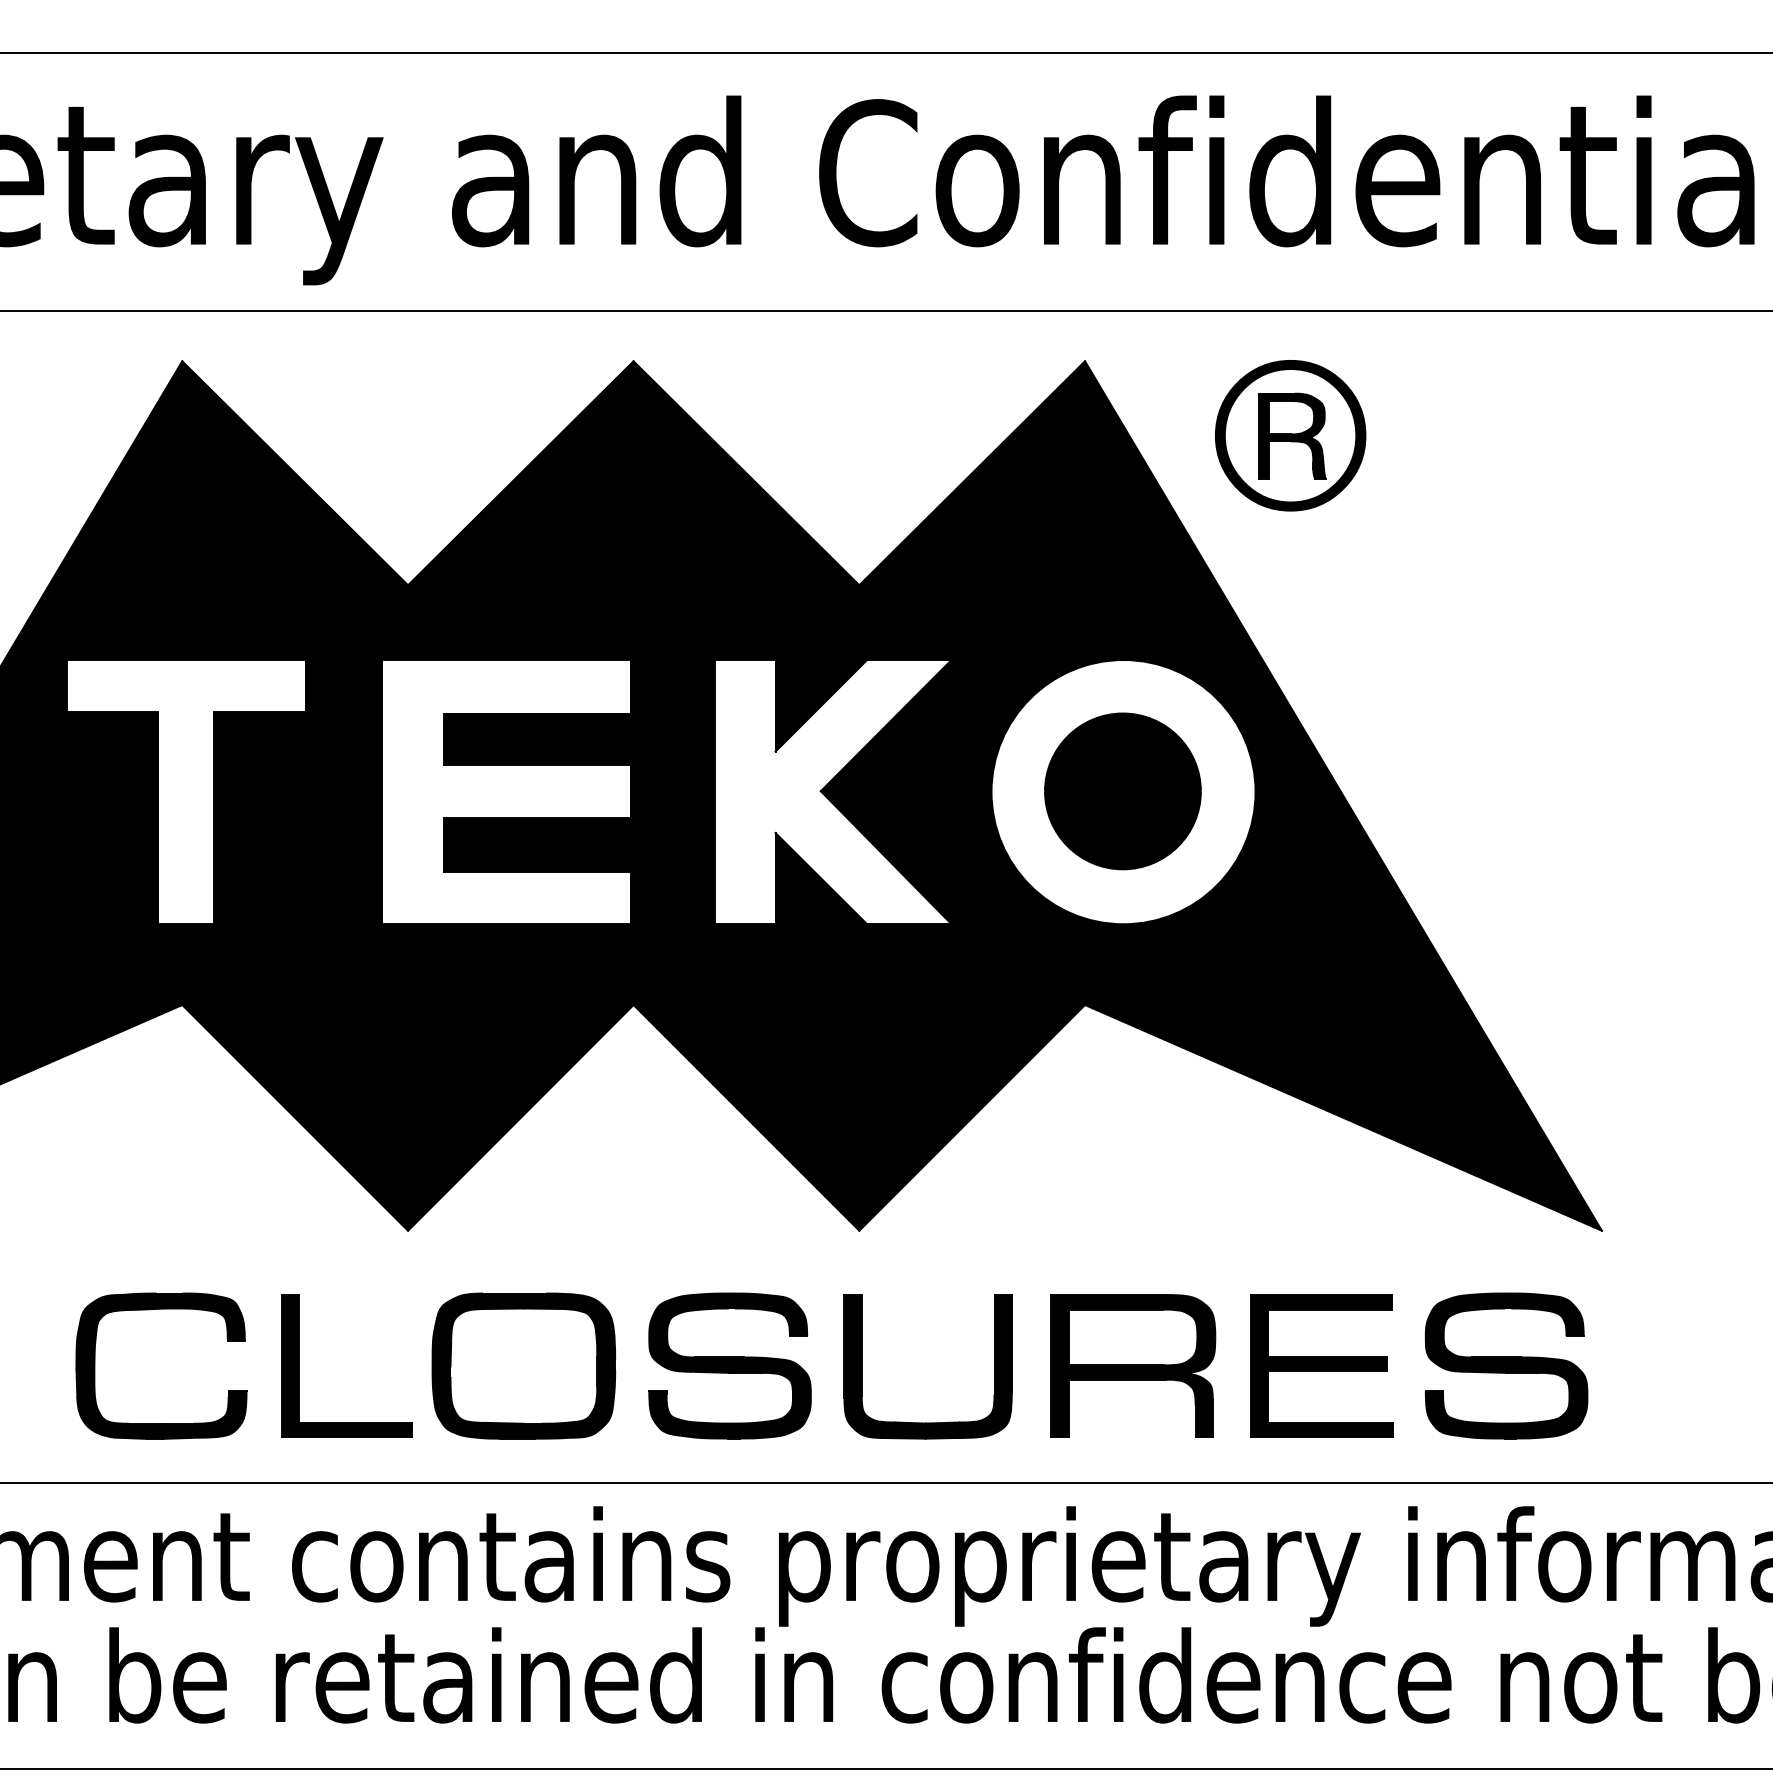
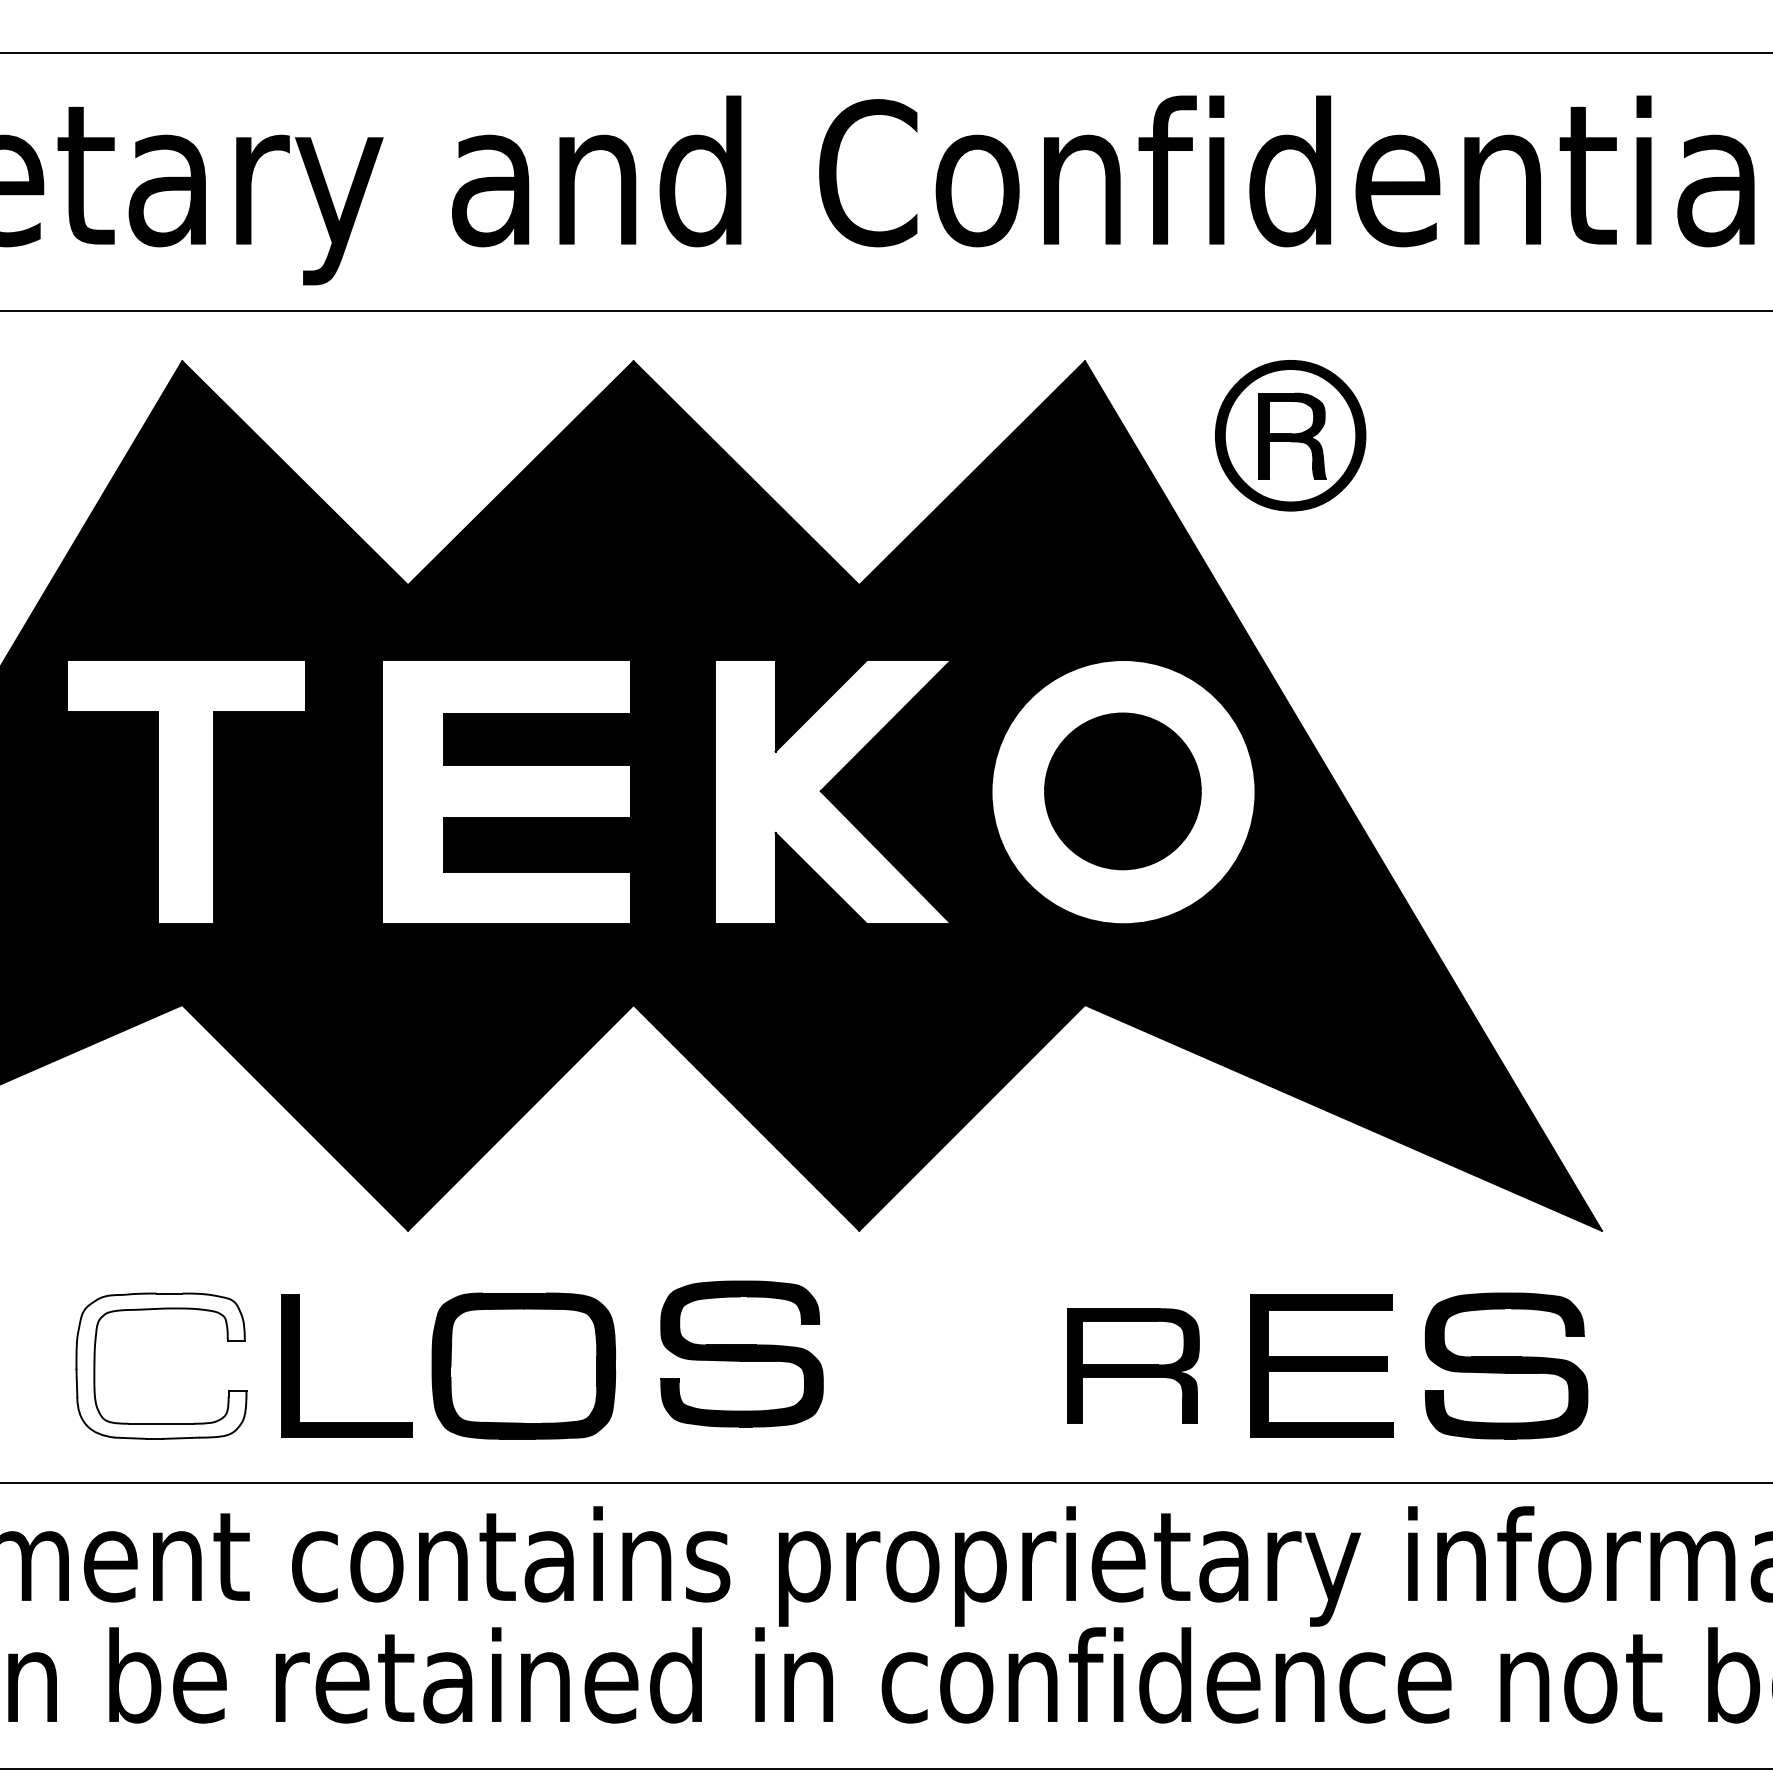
fill at (161, 1365): present -> none
part at (729, 1365) position: (729, 1365) -> (741, 1353)
part at (1133, 1365) size: 167x144 px -> 133x116 px
part at (927, 1422): present -> none
